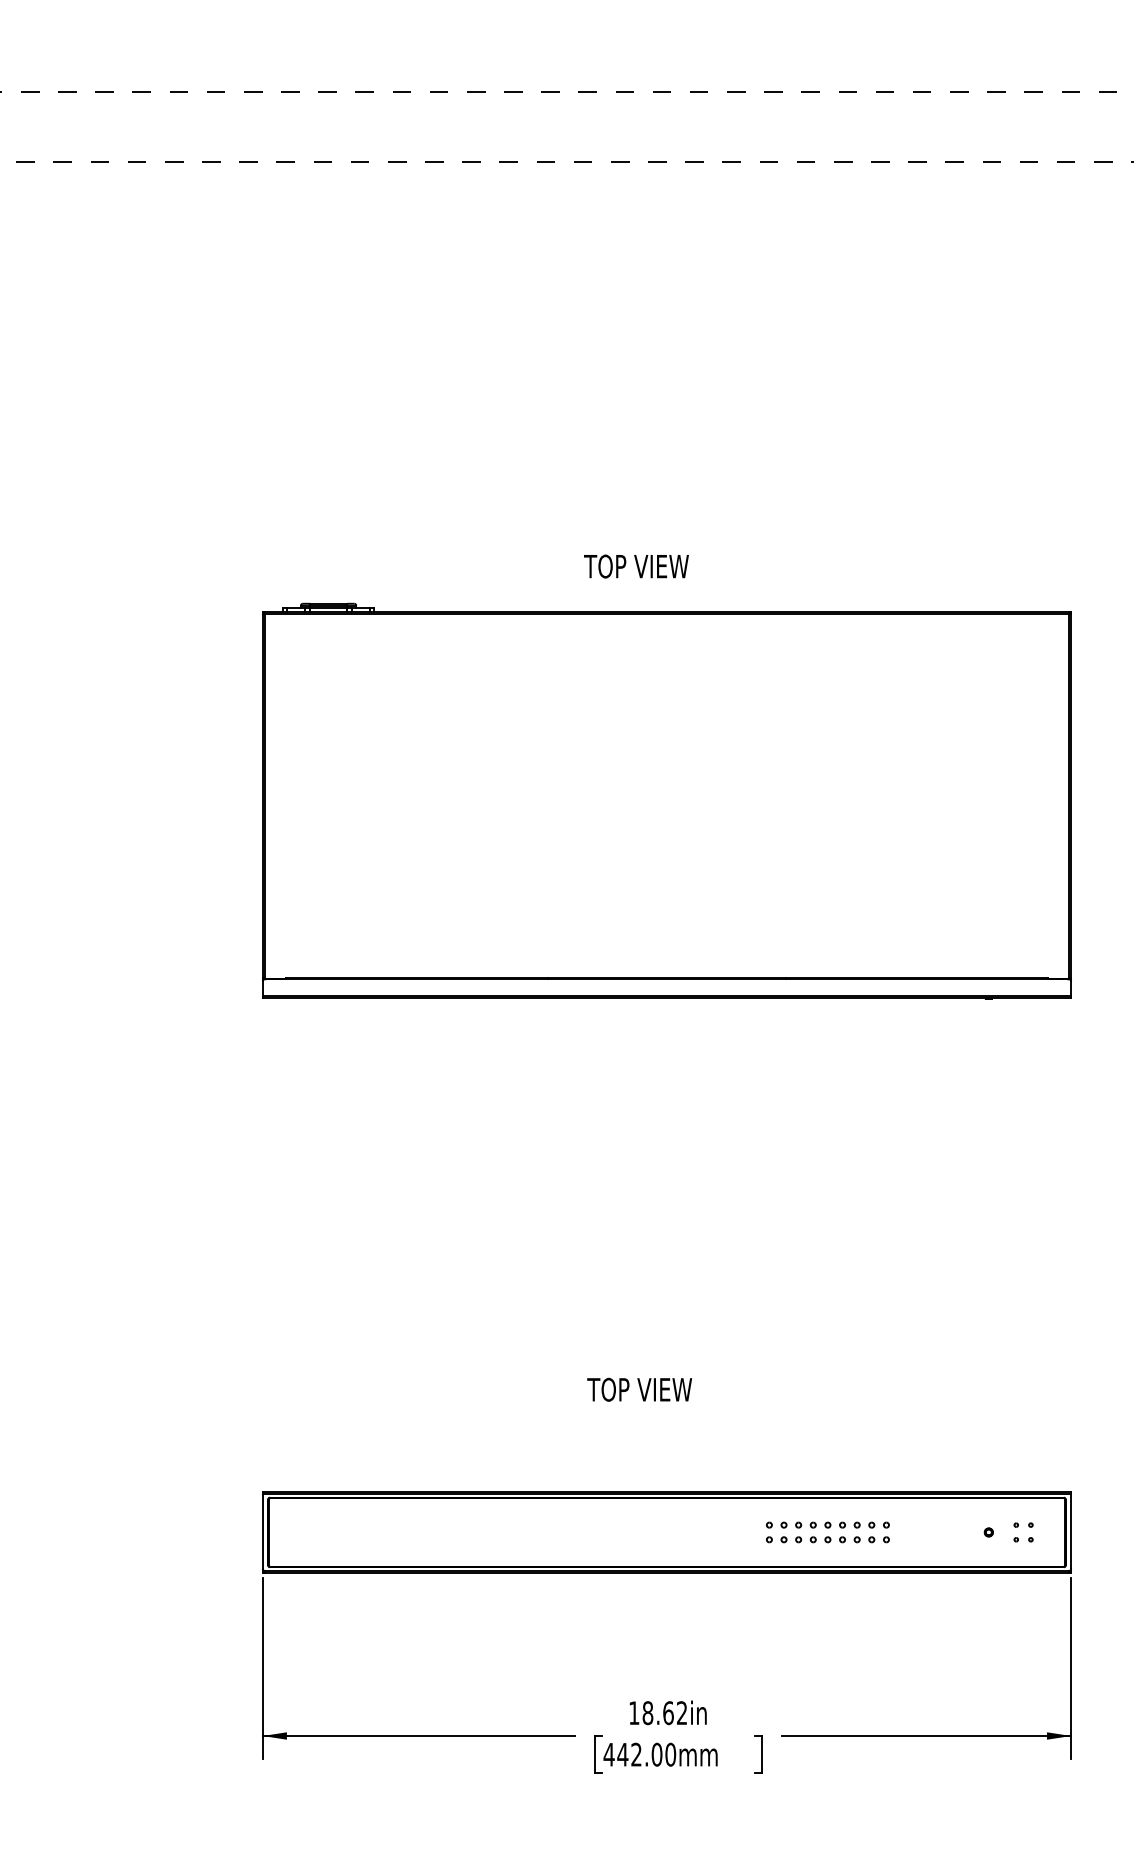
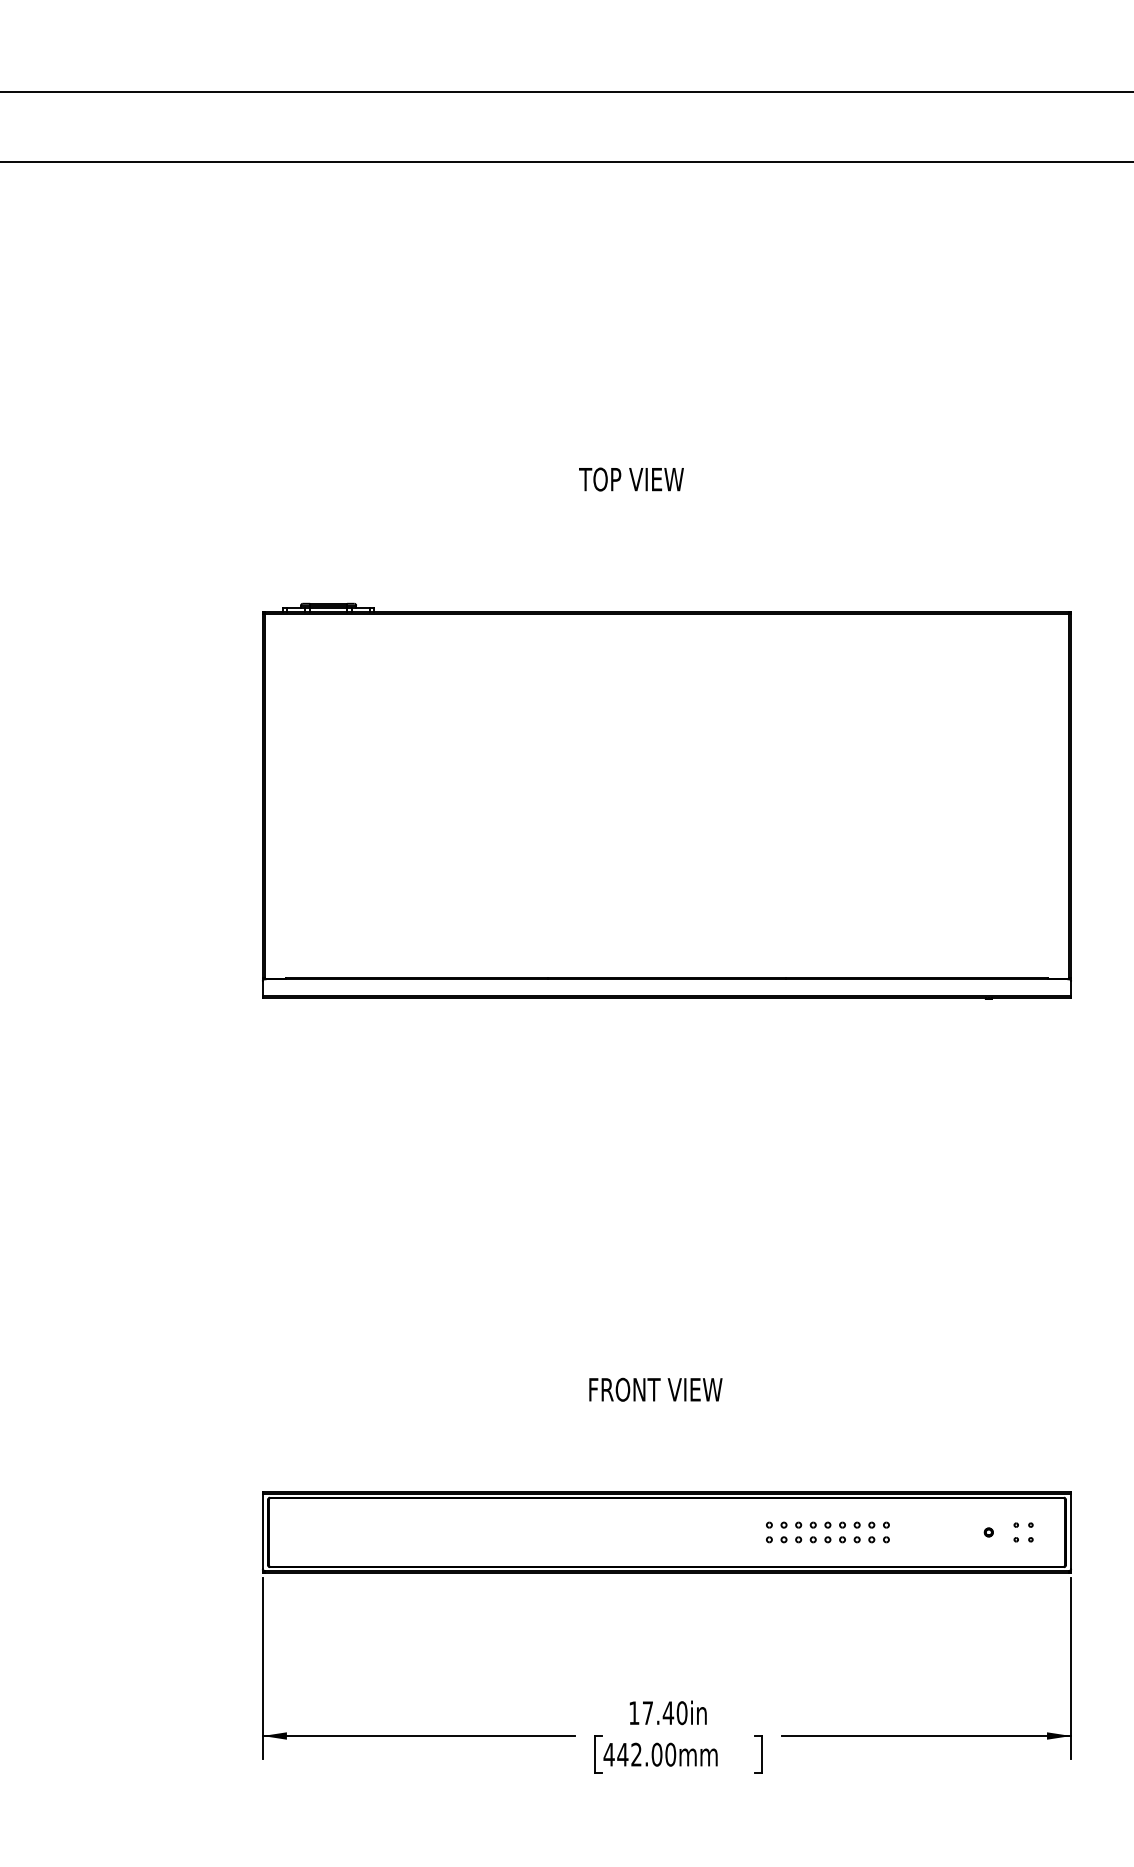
line at (567, 92): dashed -> solid
line at (567, 161): dashed -> solid
text at (636, 566) position: (636, 566) -> (631, 479)
text at (654, 1389): TOP VIEW -> FRONT VIEW
text at (664, 1713): 18.62in -> 17.40in
